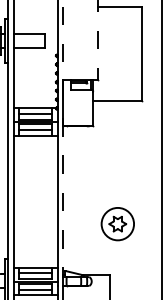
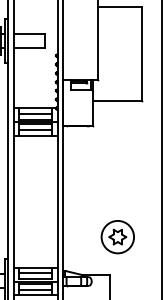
line at (97, 40): dashed -> solid
line at (63, 142): dashed -> solid
part at (117, 224) position: (117, 224) -> (117, 237)
